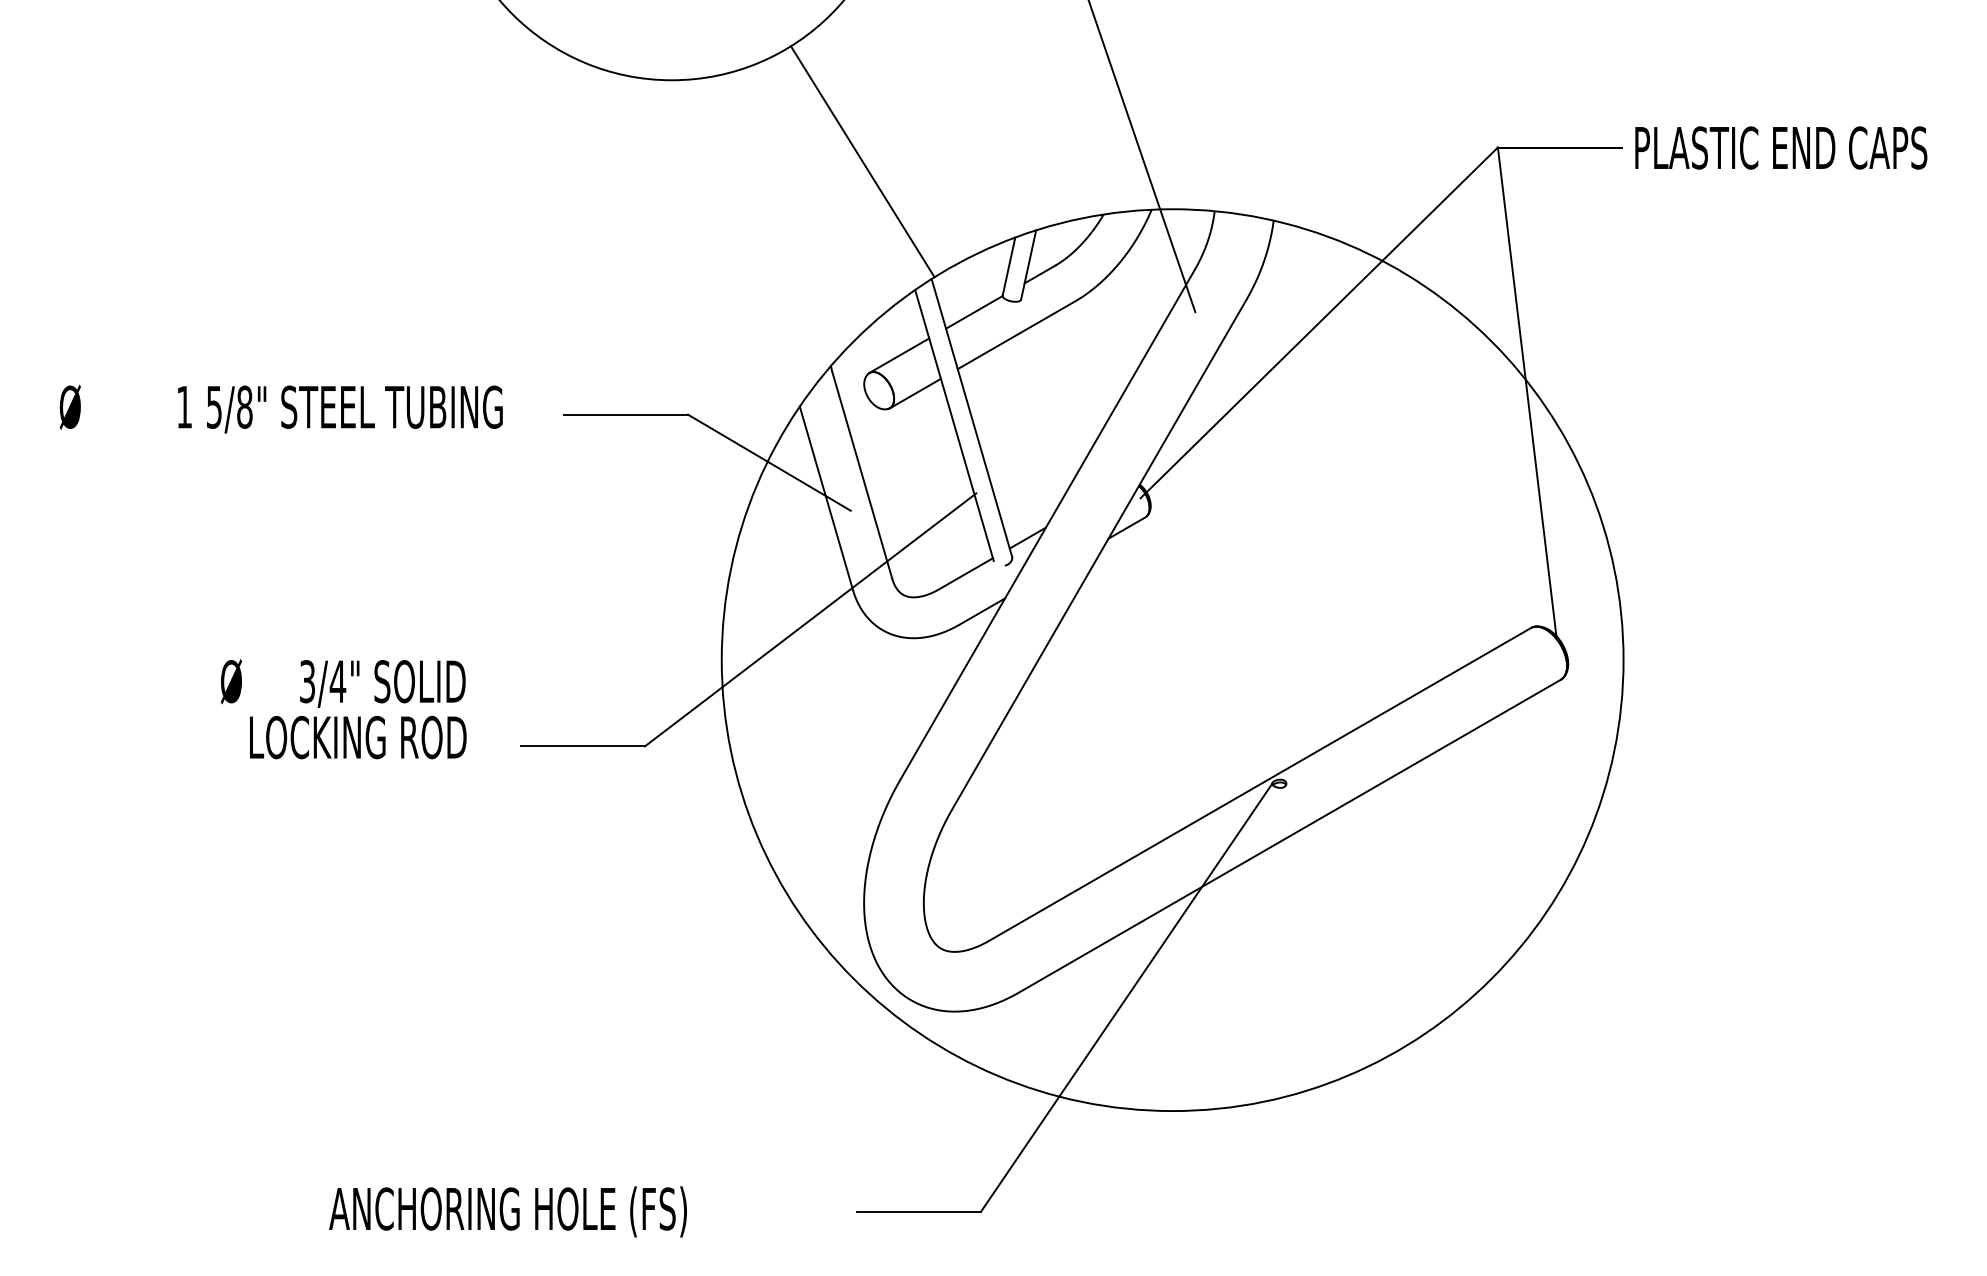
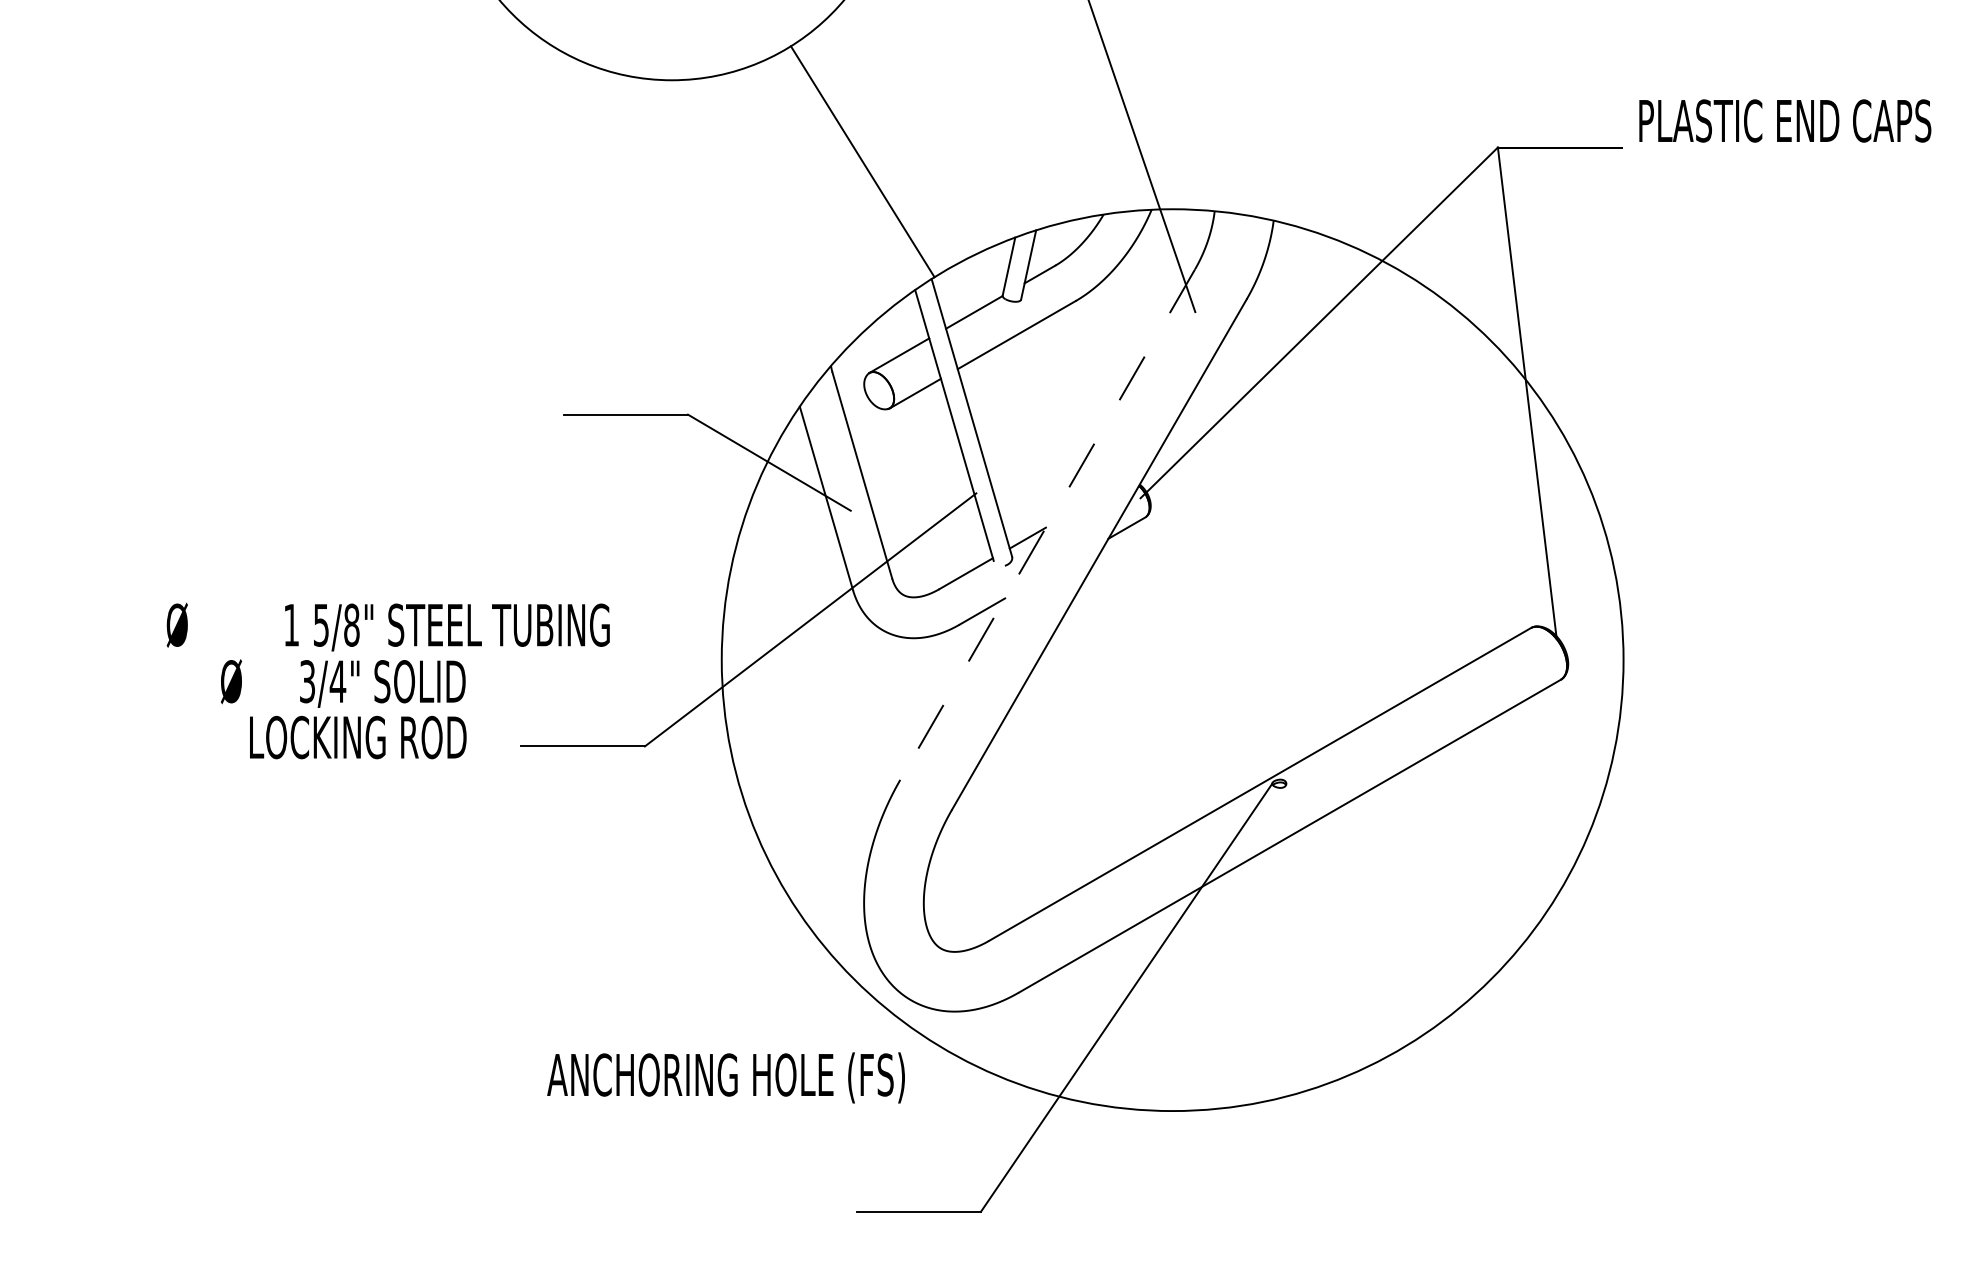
text at (1781, 147) position: (1781, 147) -> (1785, 120)
text at (280, 408) position: (280, 408) -> (387, 626)
line at (1047, 524): solid -> dashed
text at (507, 1211) position: (507, 1211) -> (725, 1077)
